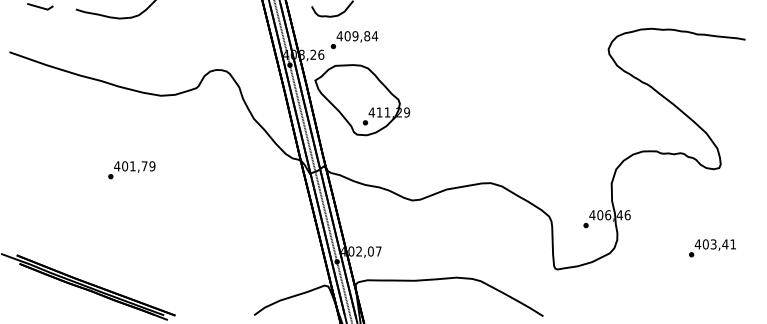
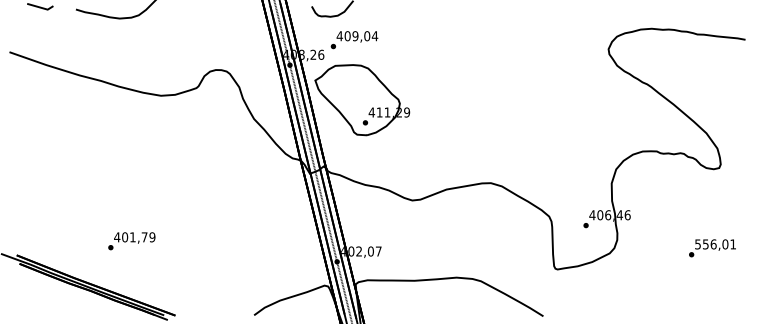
text at (367, 36): 409,84 -> 409,04
text at (131, 170) position: (131, 170) -> (131, 241)
text at (711, 244): 403,41 -> 556,01
